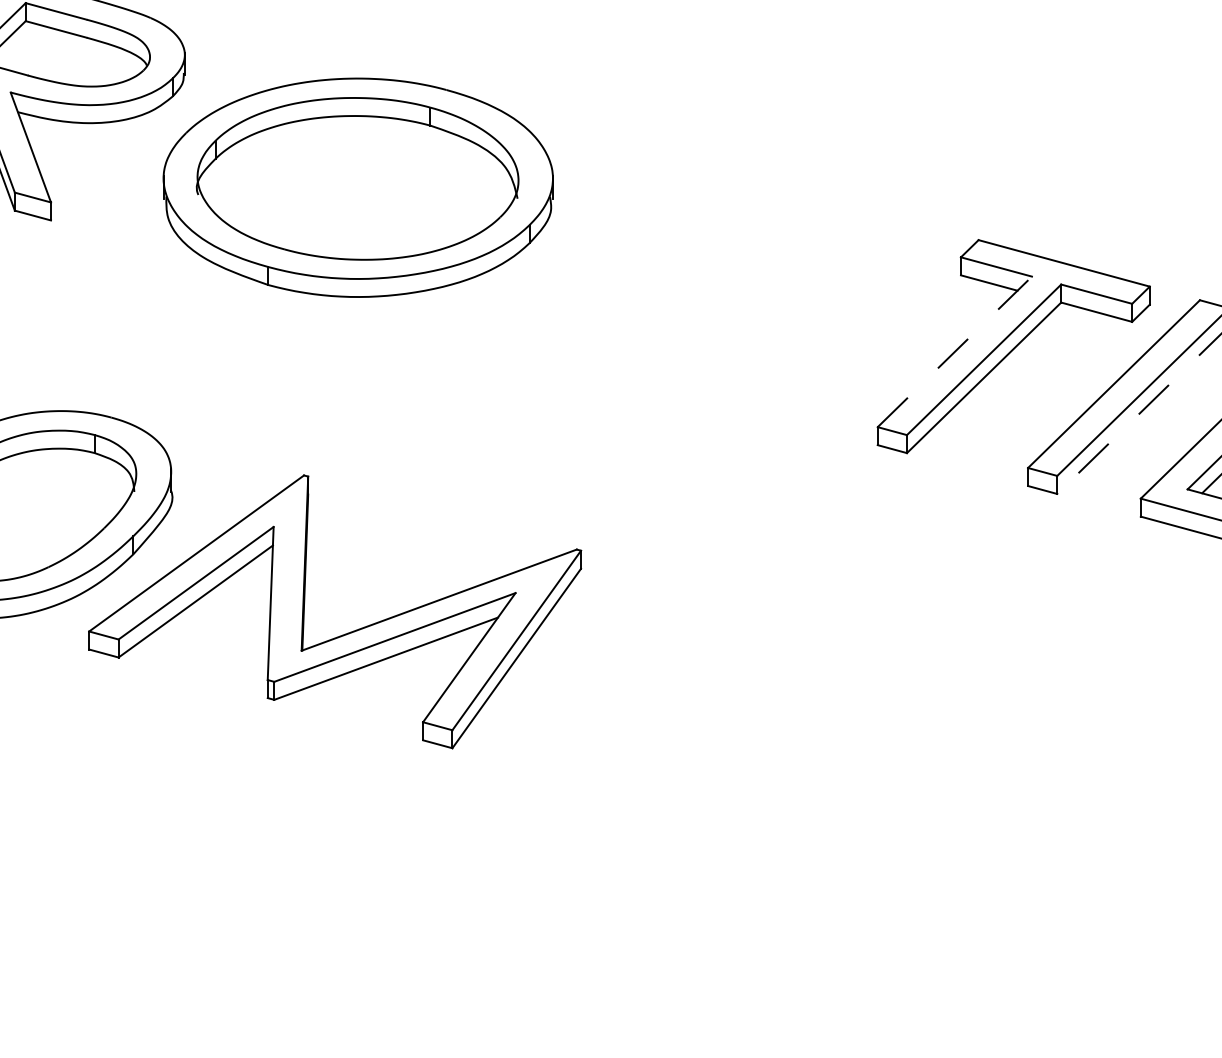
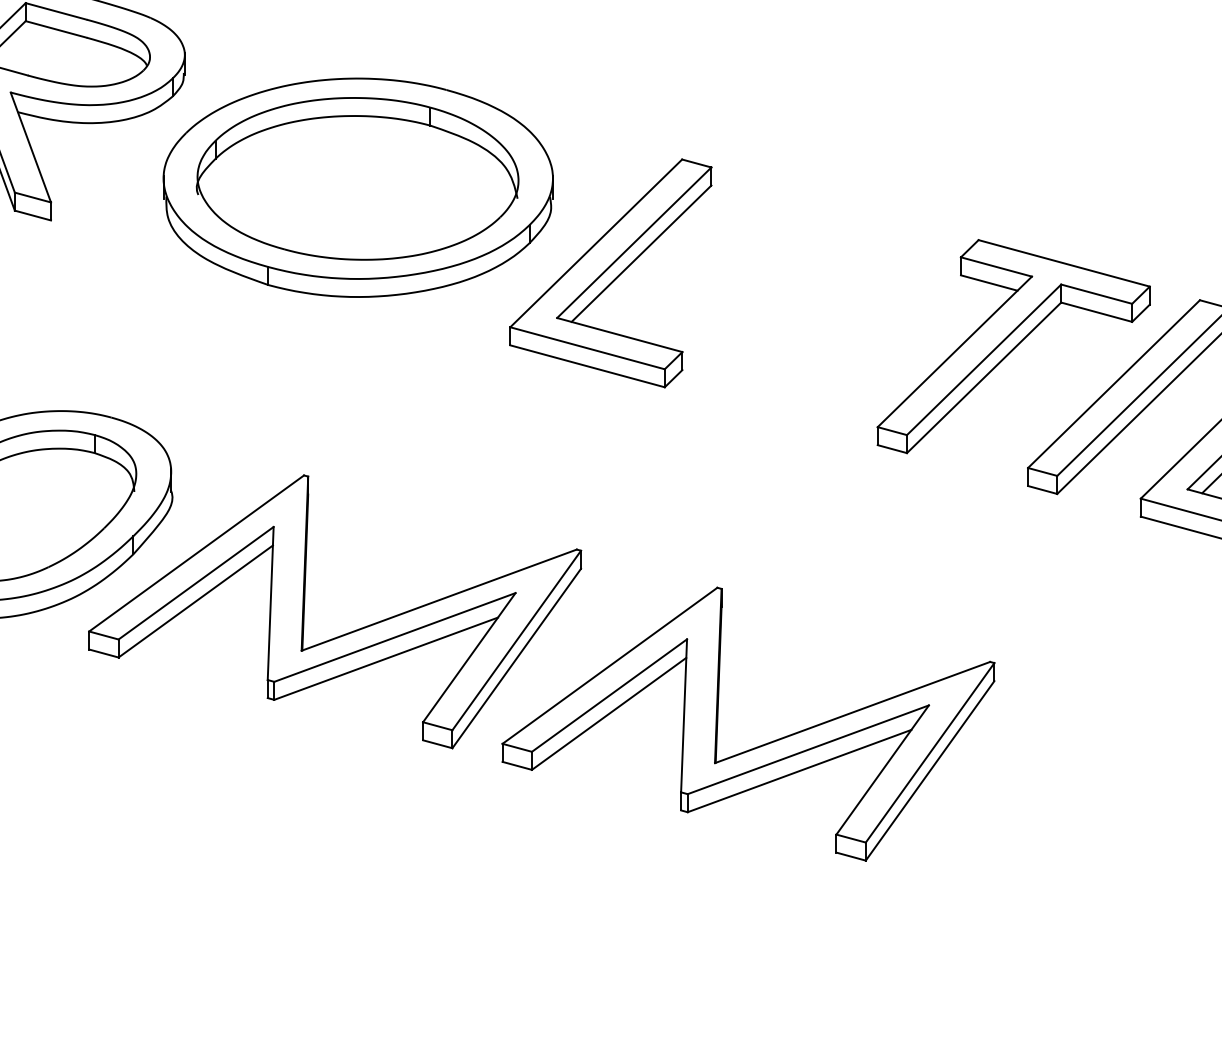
part at (610, 273): none -> present
line at (954, 351): dashed -> solid
line at (1139, 413): dashed -> solid
part at (756, 746): none -> present
